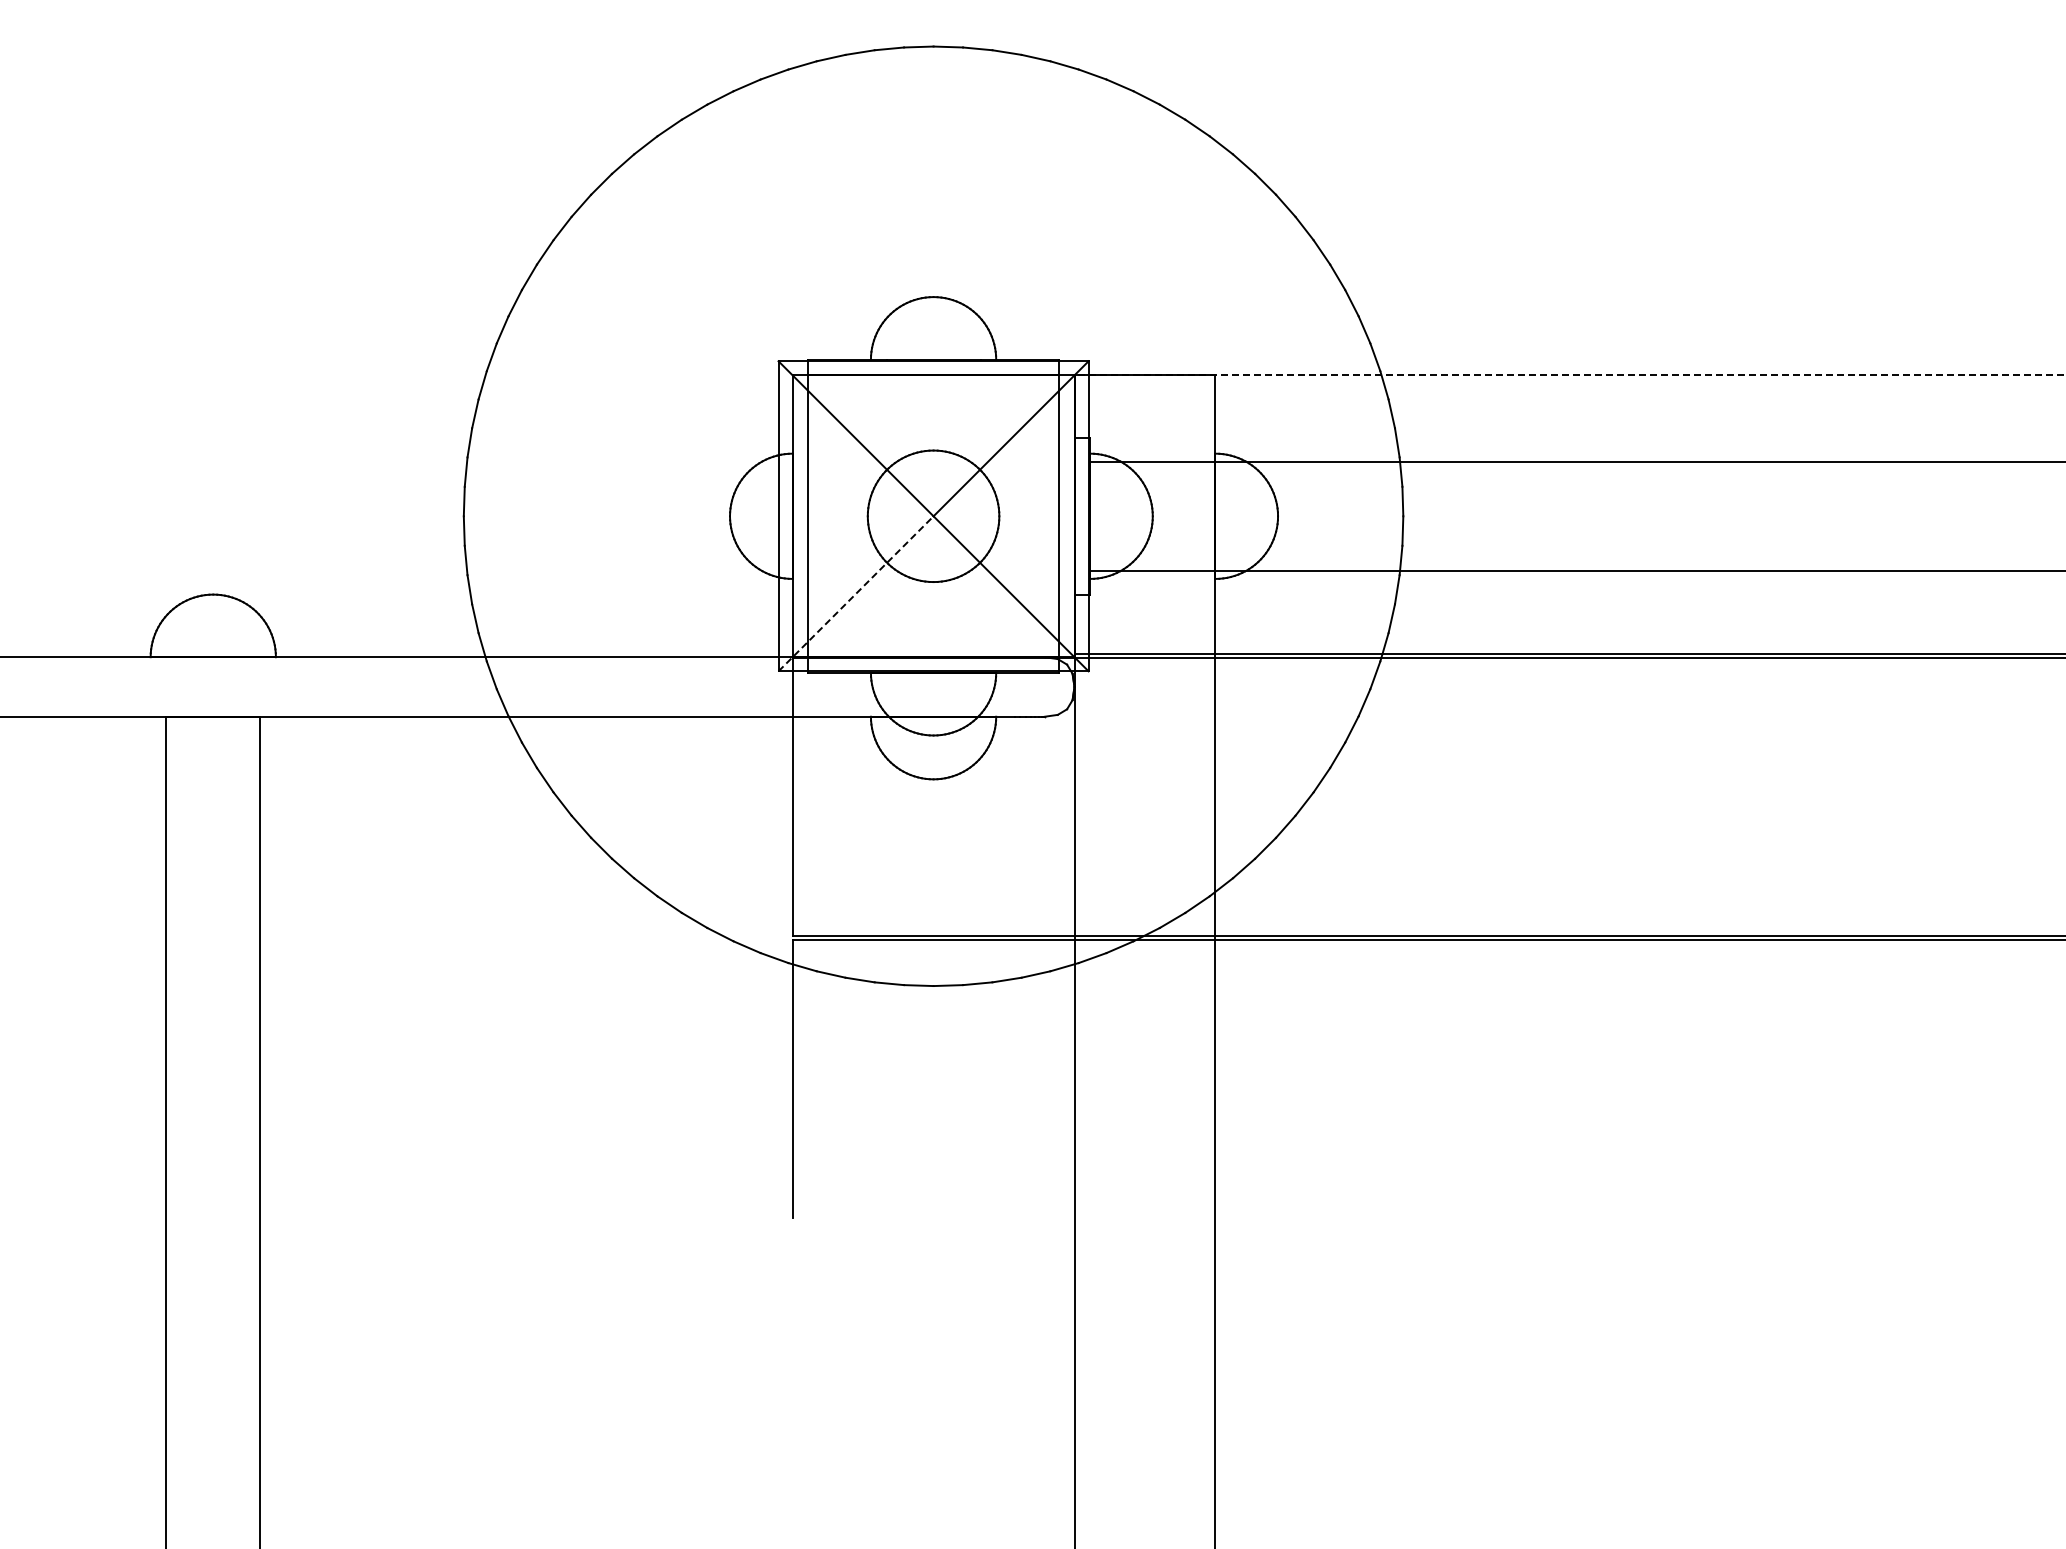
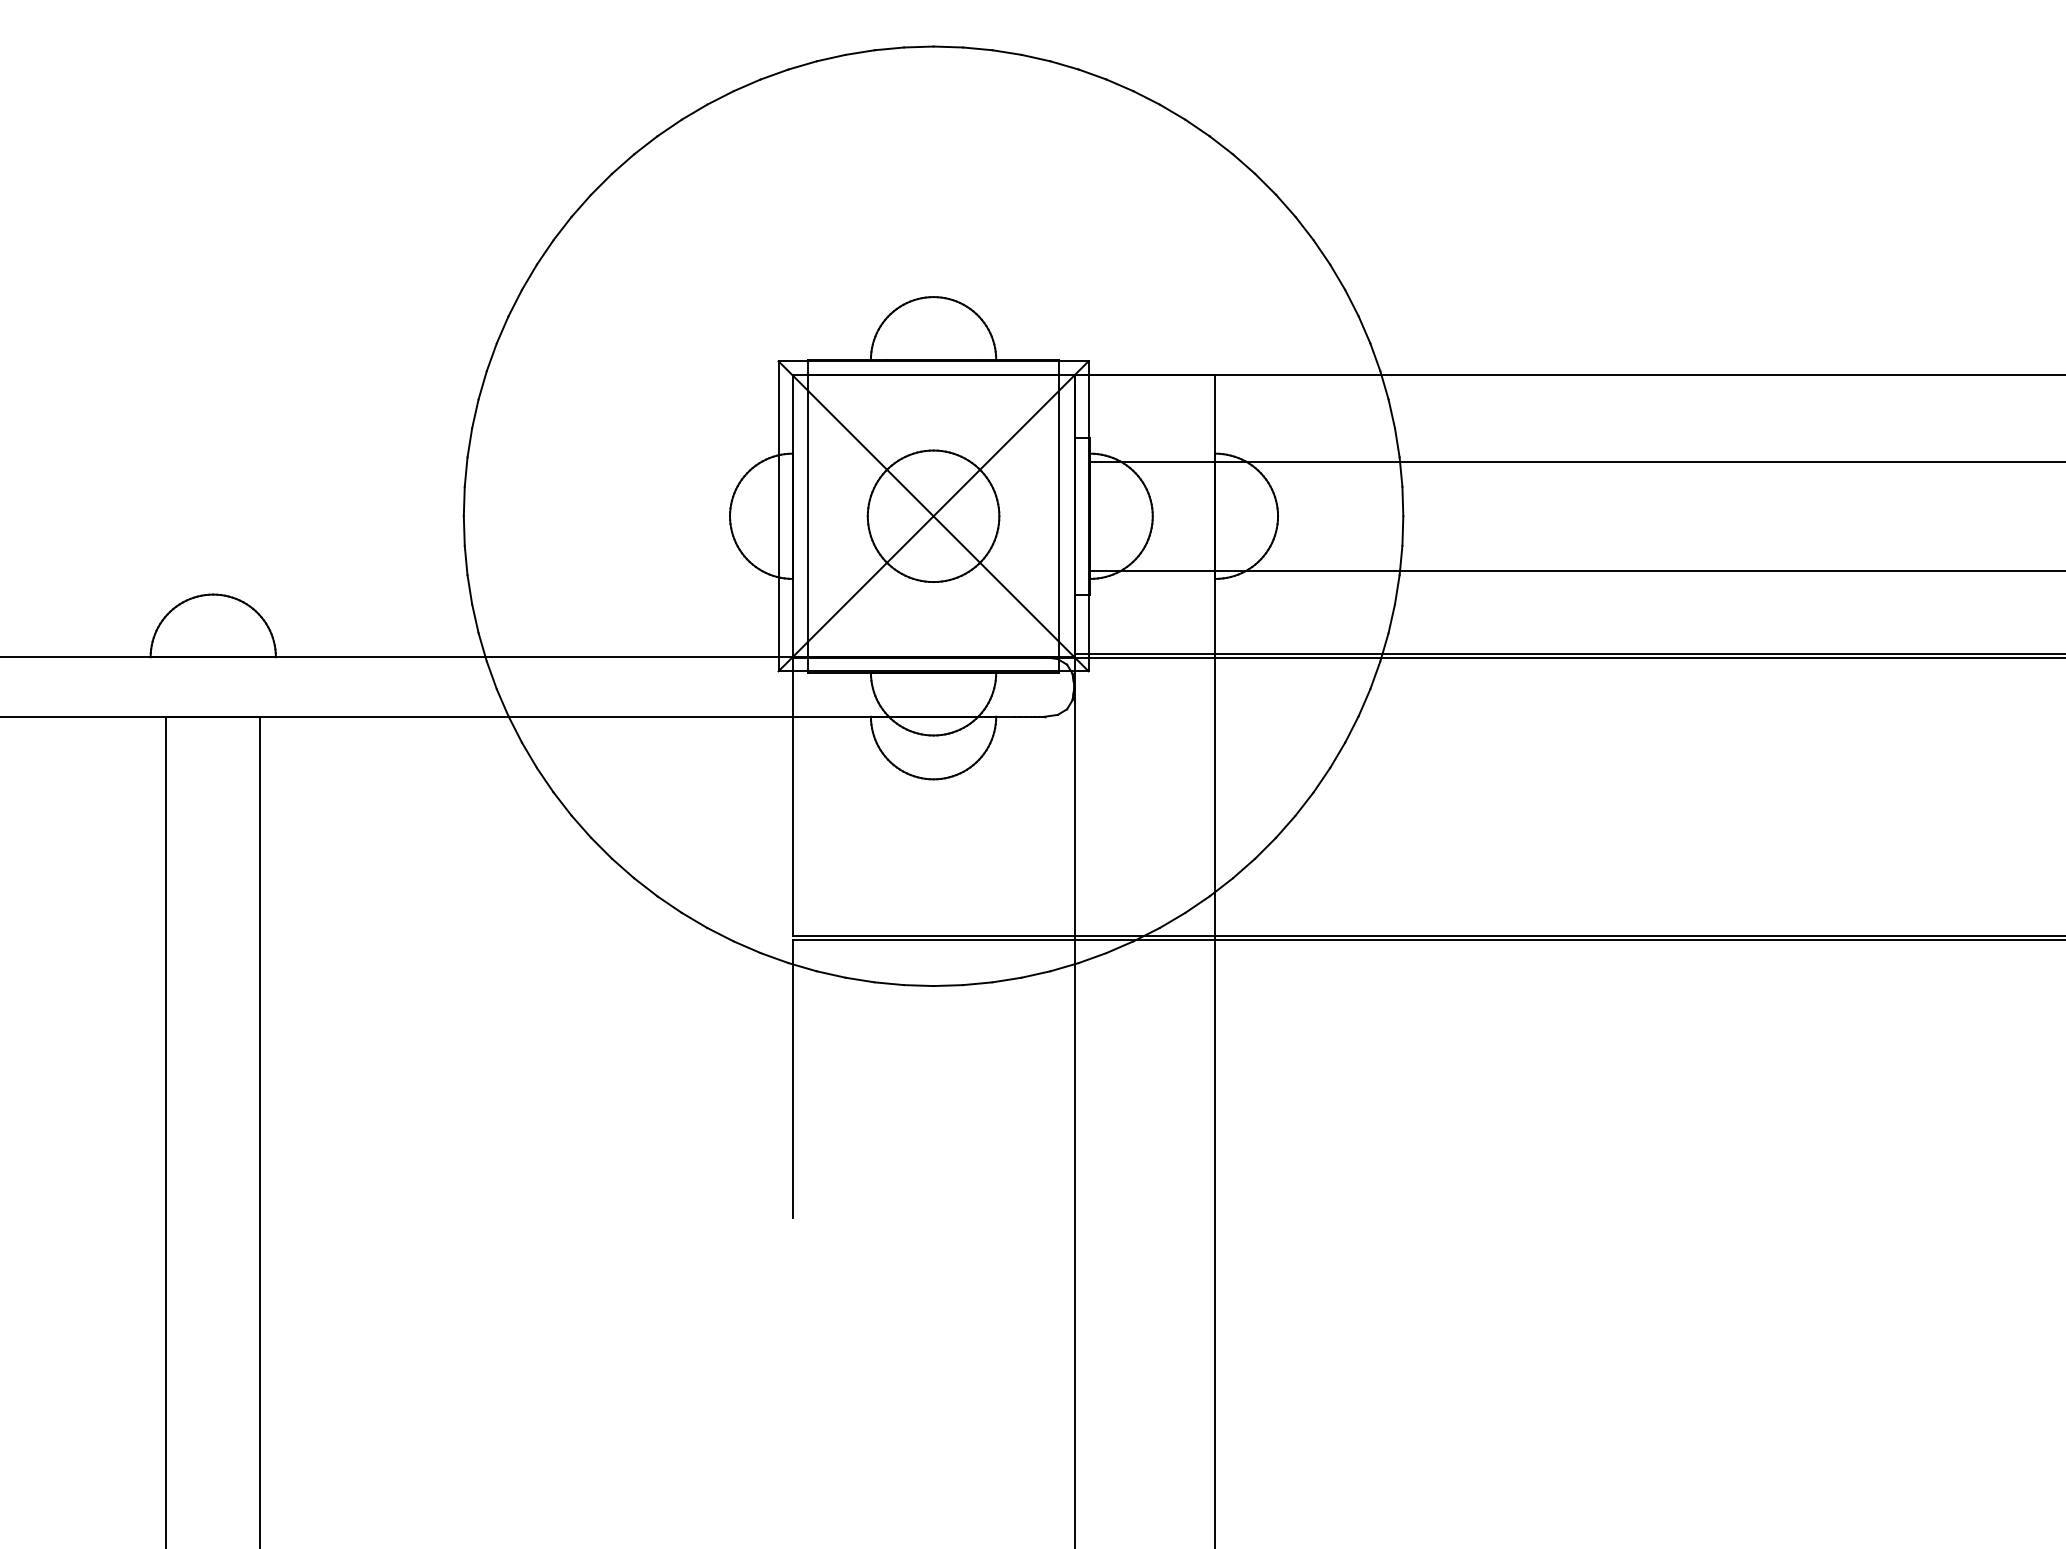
line at (1569, 375): dashed -> solid
line at (856, 593): dashed -> solid
